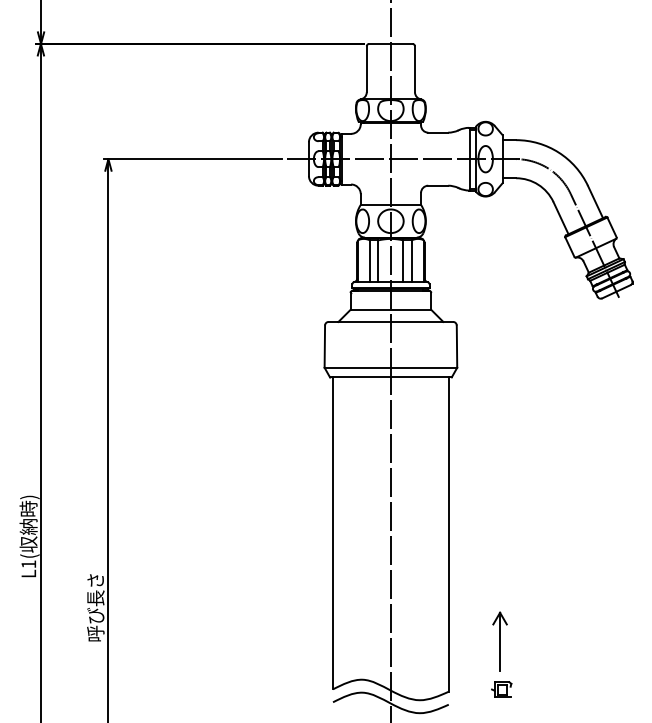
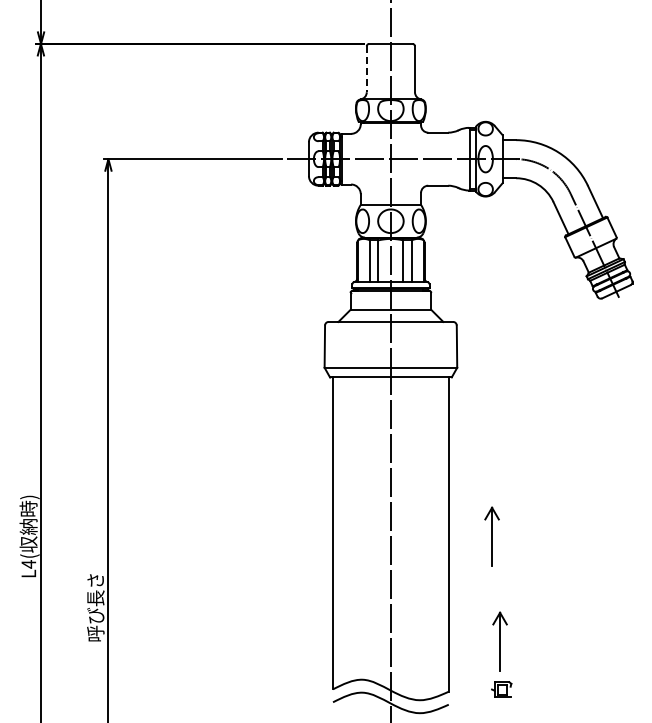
line at (366, 69): solid -> dashed
part at (491, 536): none -> present
text at (28, 564): L1( -> L4(
